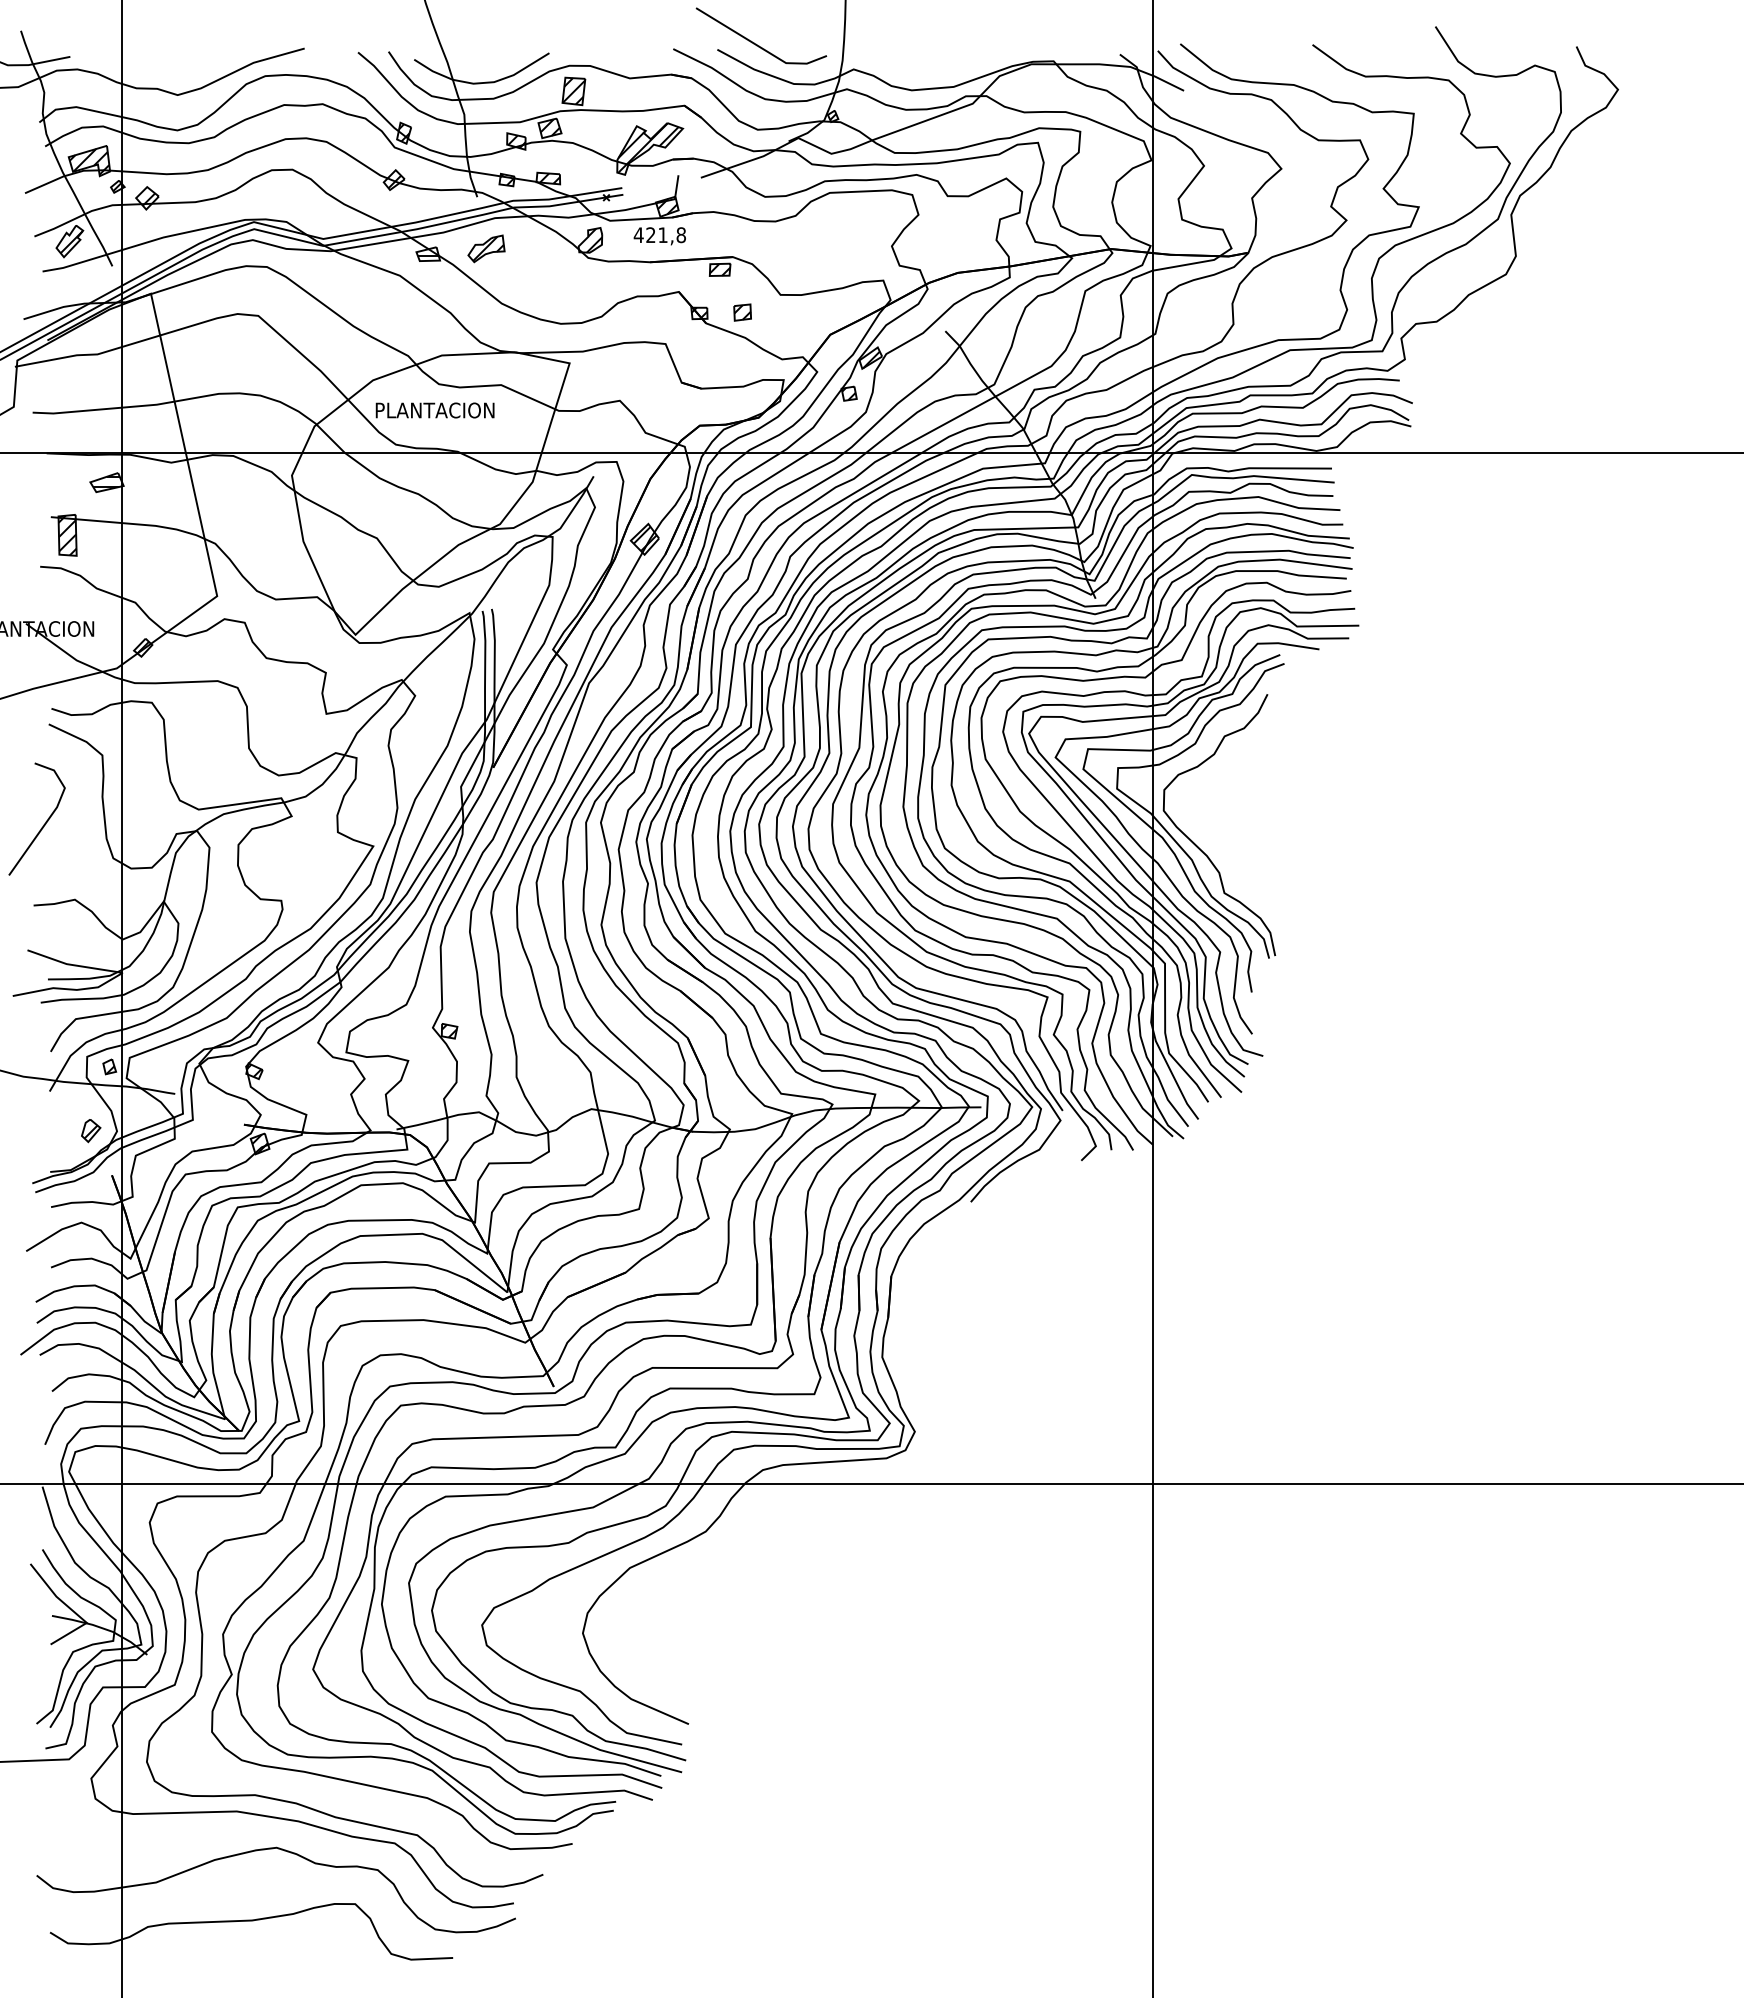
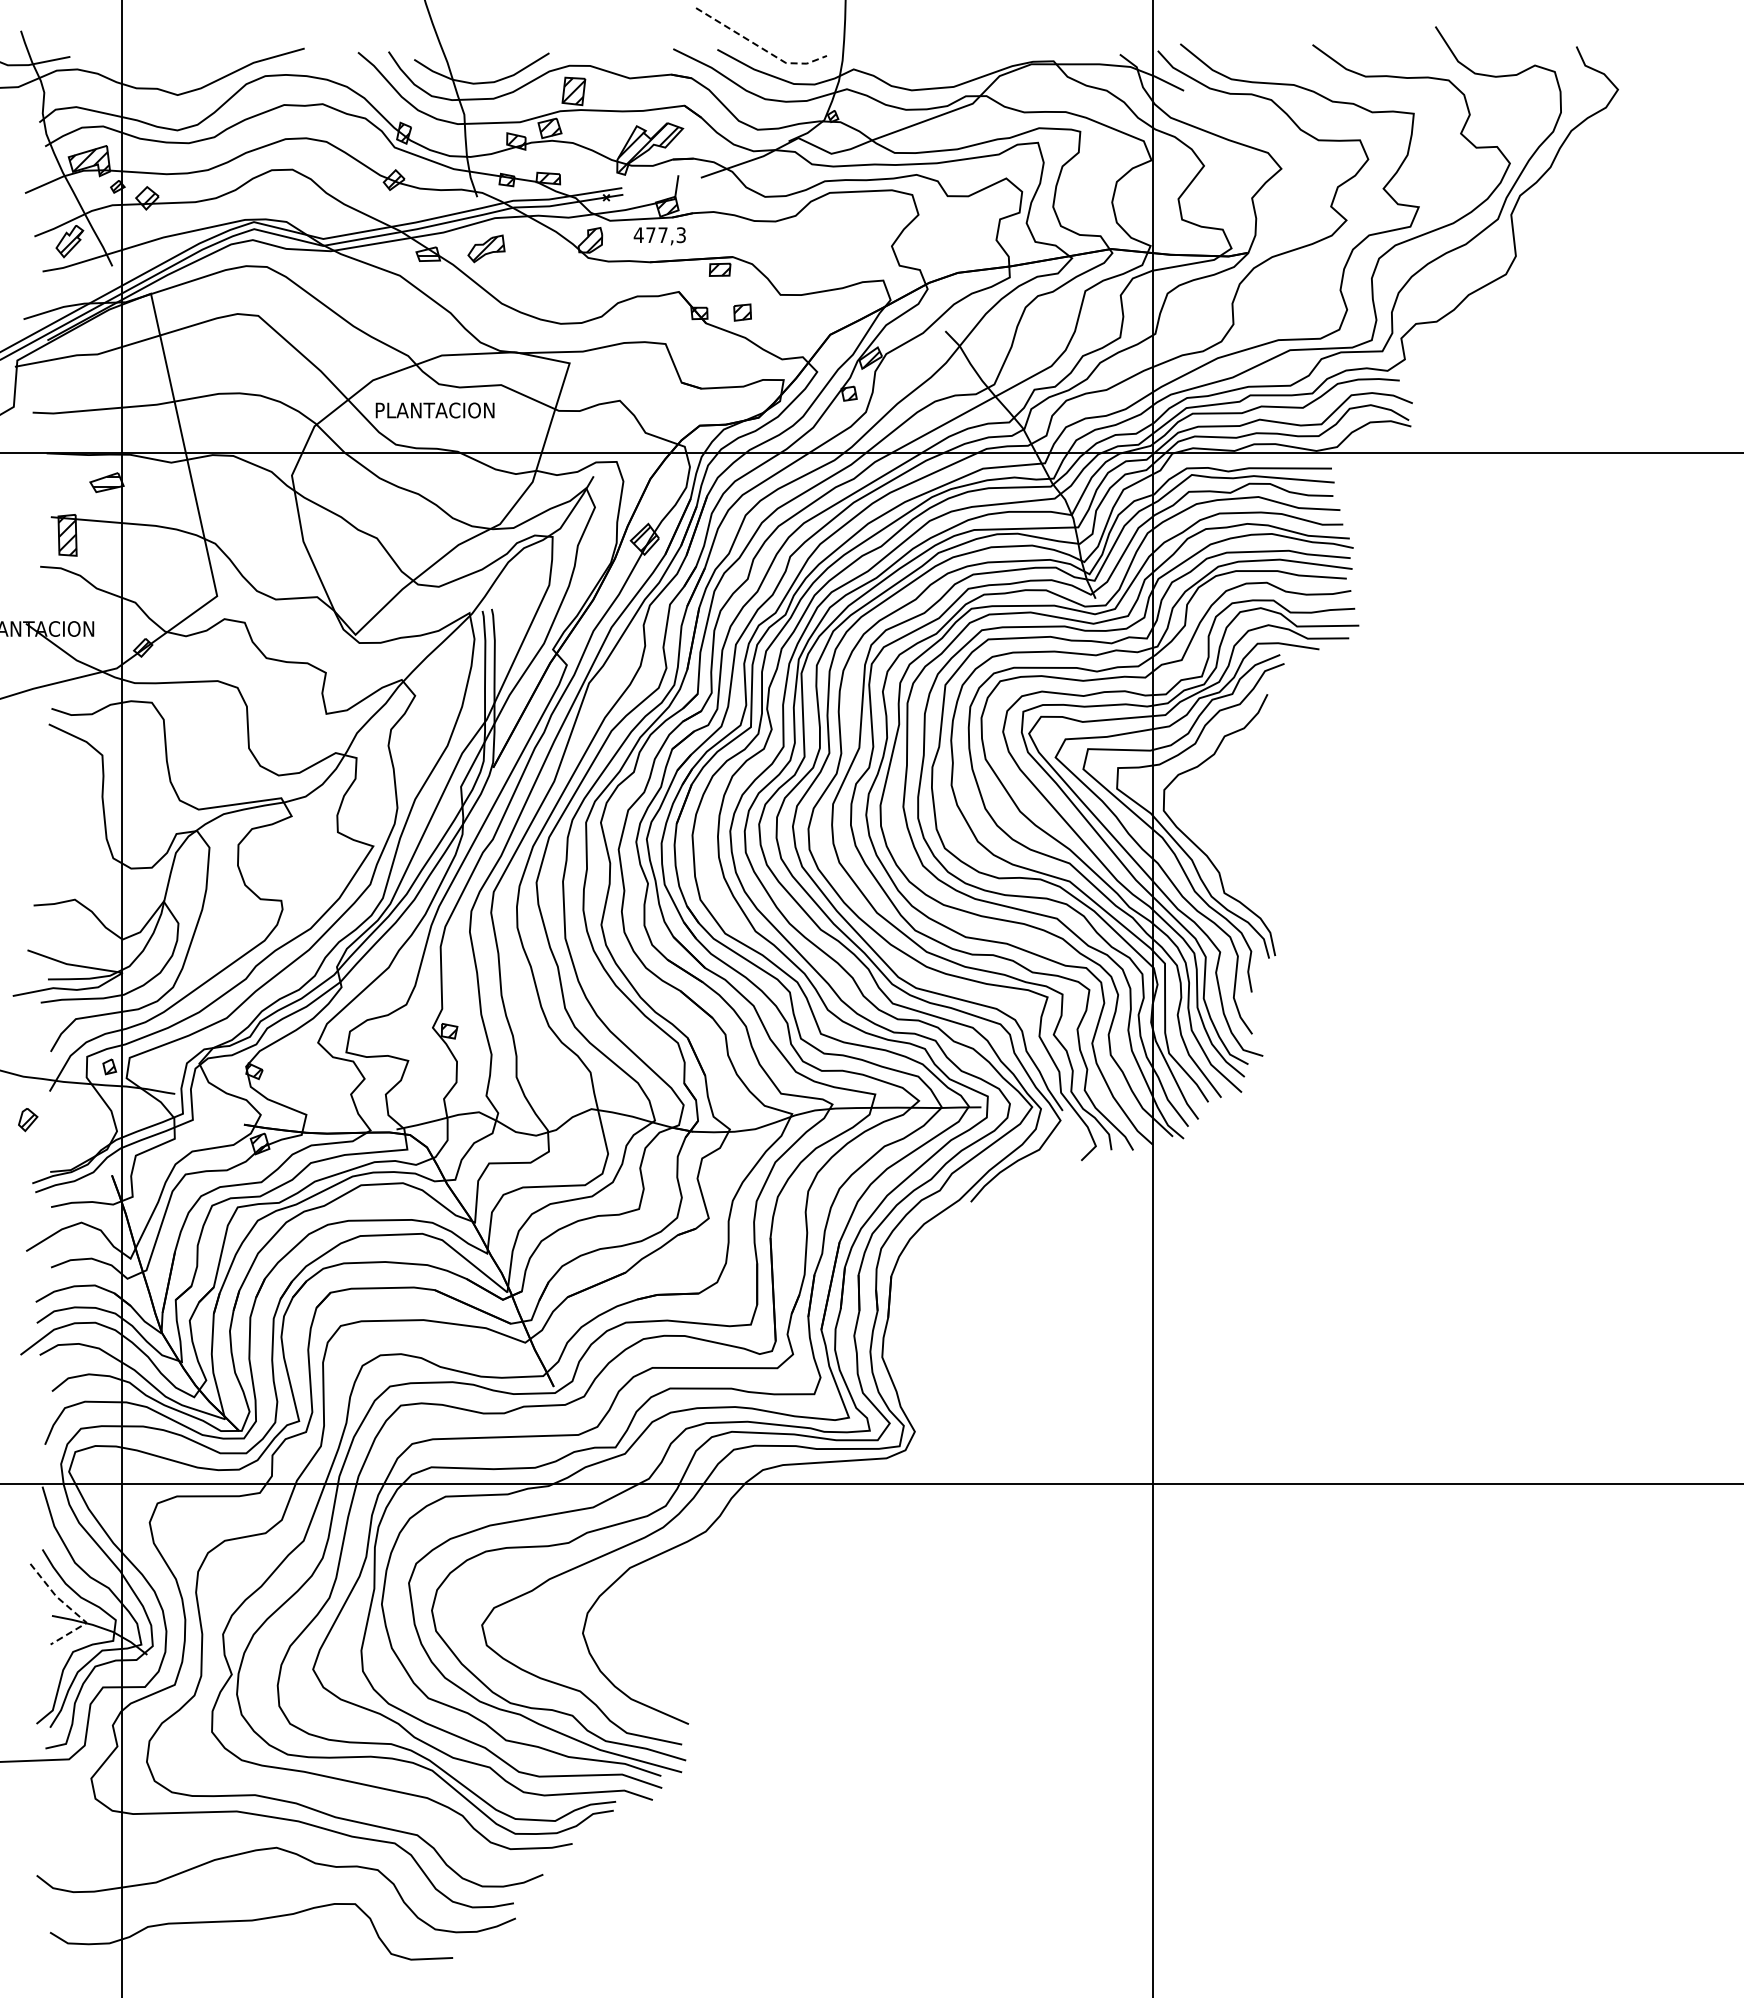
line at (760, 47): solid -> dashed
text at (665, 235): 421,8 -> 477,3
line at (43, 824): present -> none
part at (91, 1131) position: (91, 1131) -> (28, 1120)
line at (72, 1610): solid -> dashed
